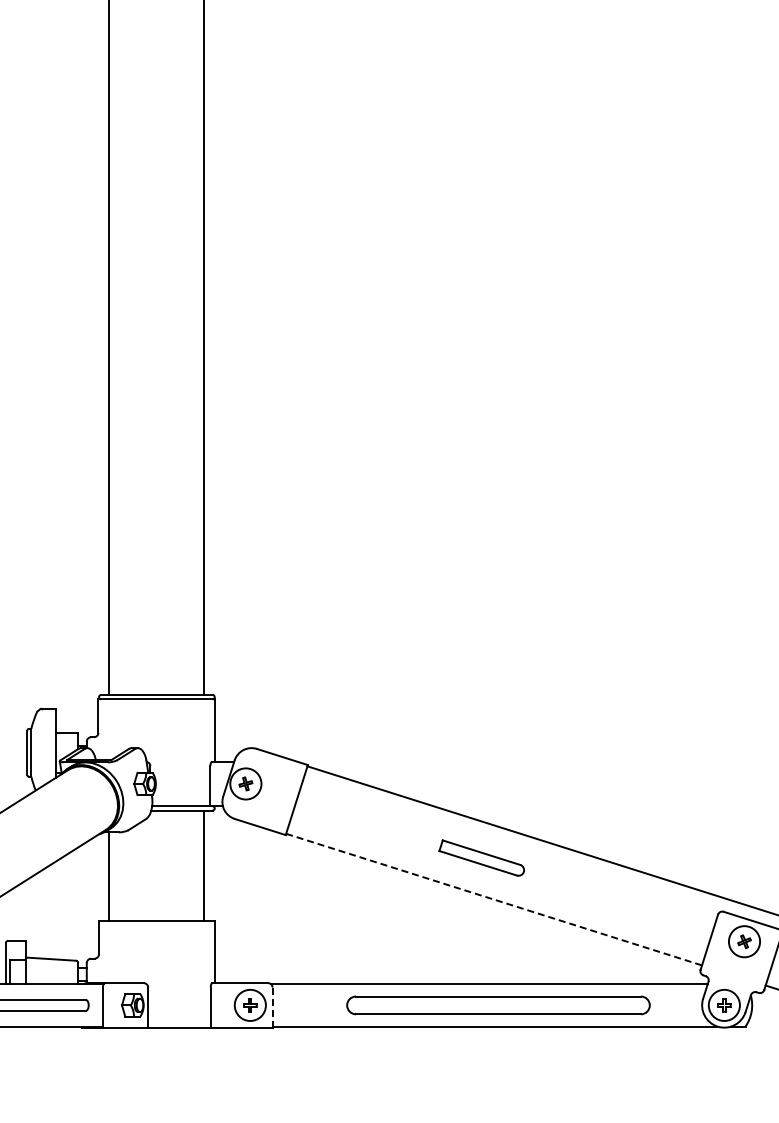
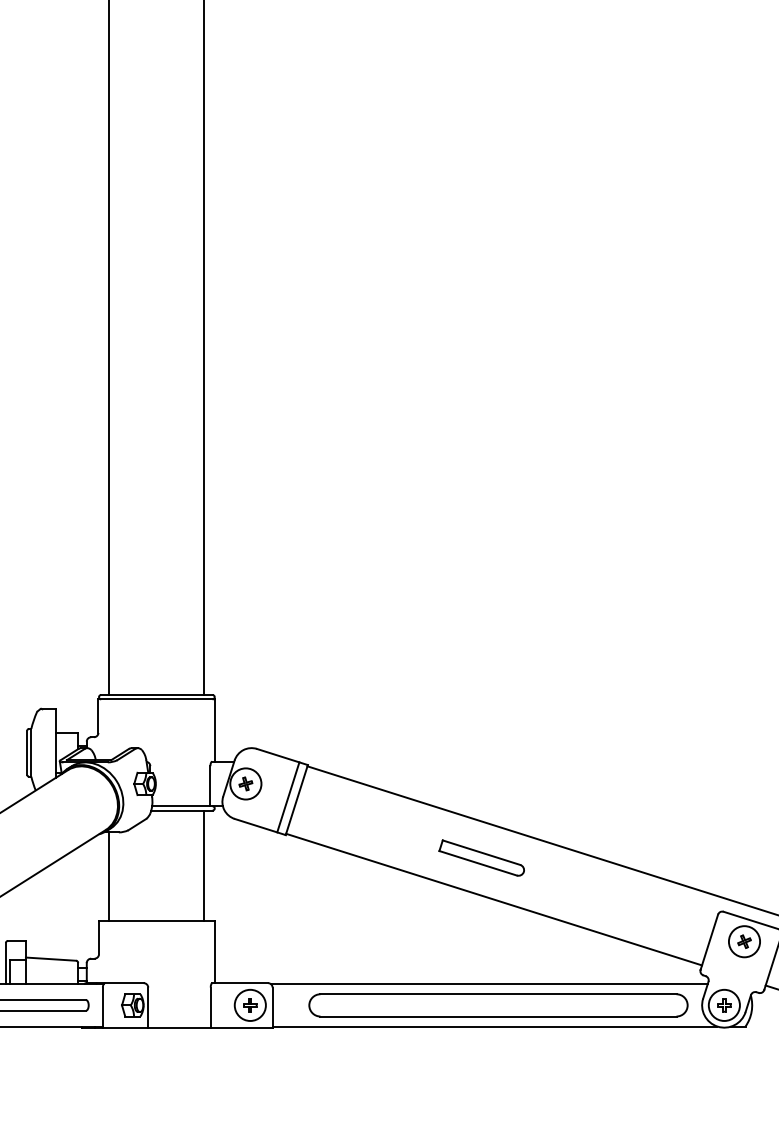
line at (288, 797): none -> present
line at (494, 899): dashed -> solid
part at (498, 1005) size: 305x21 px -> 381x25 px
line at (272, 1008): dashed -> solid
